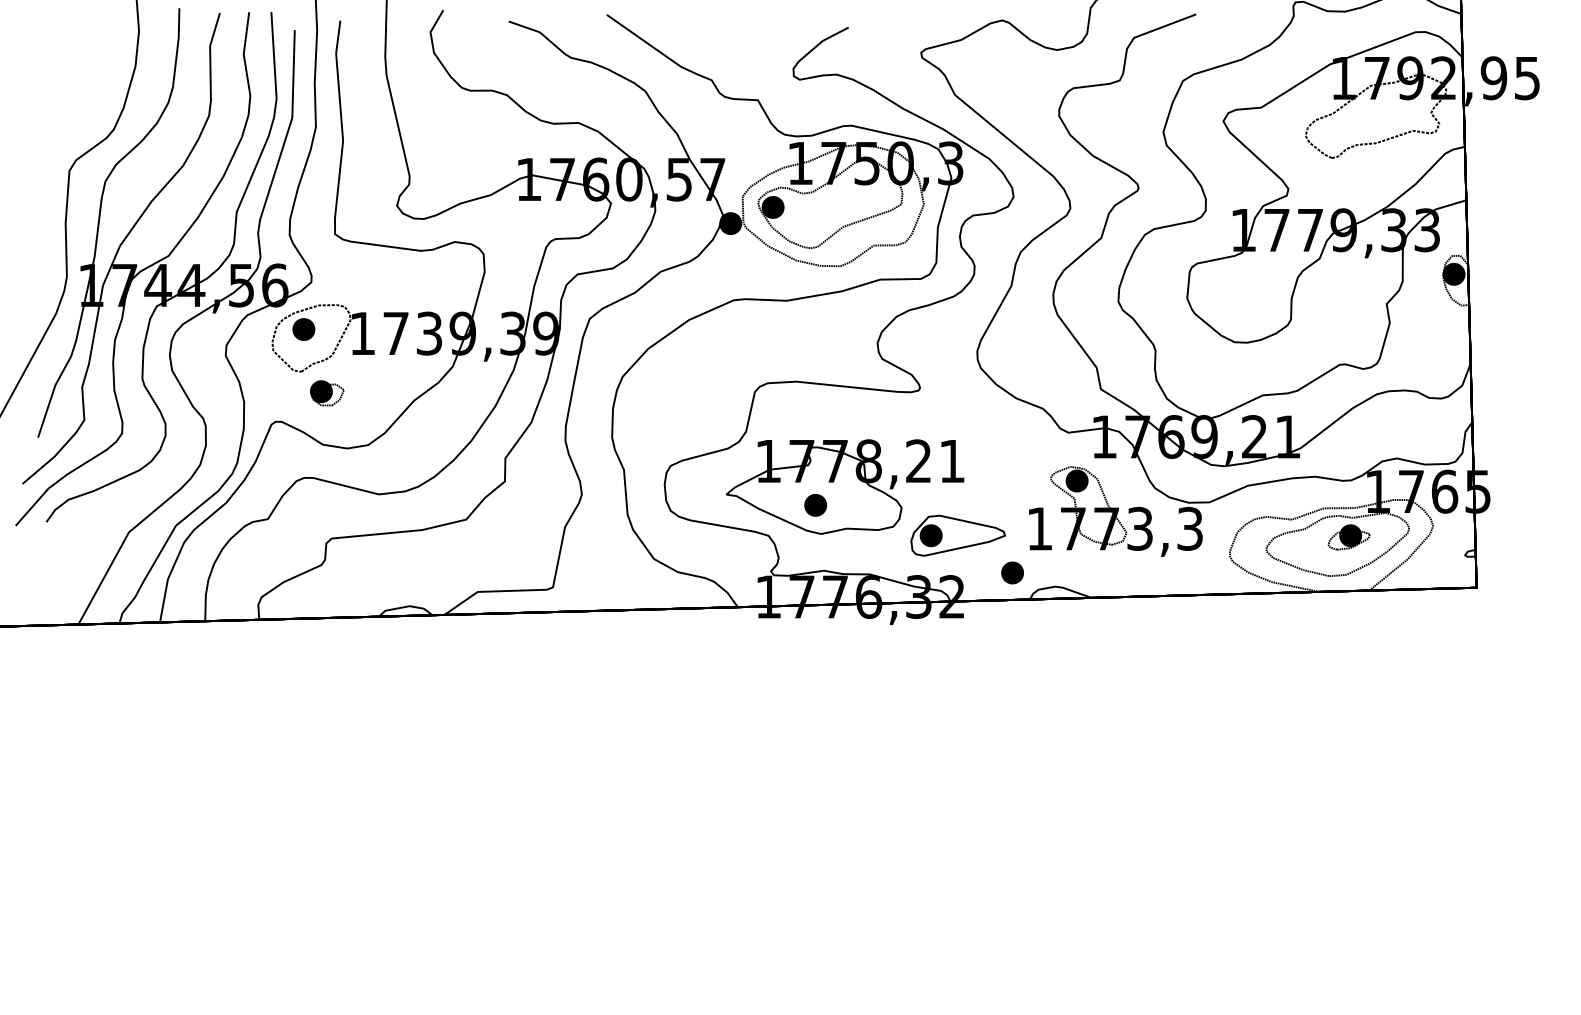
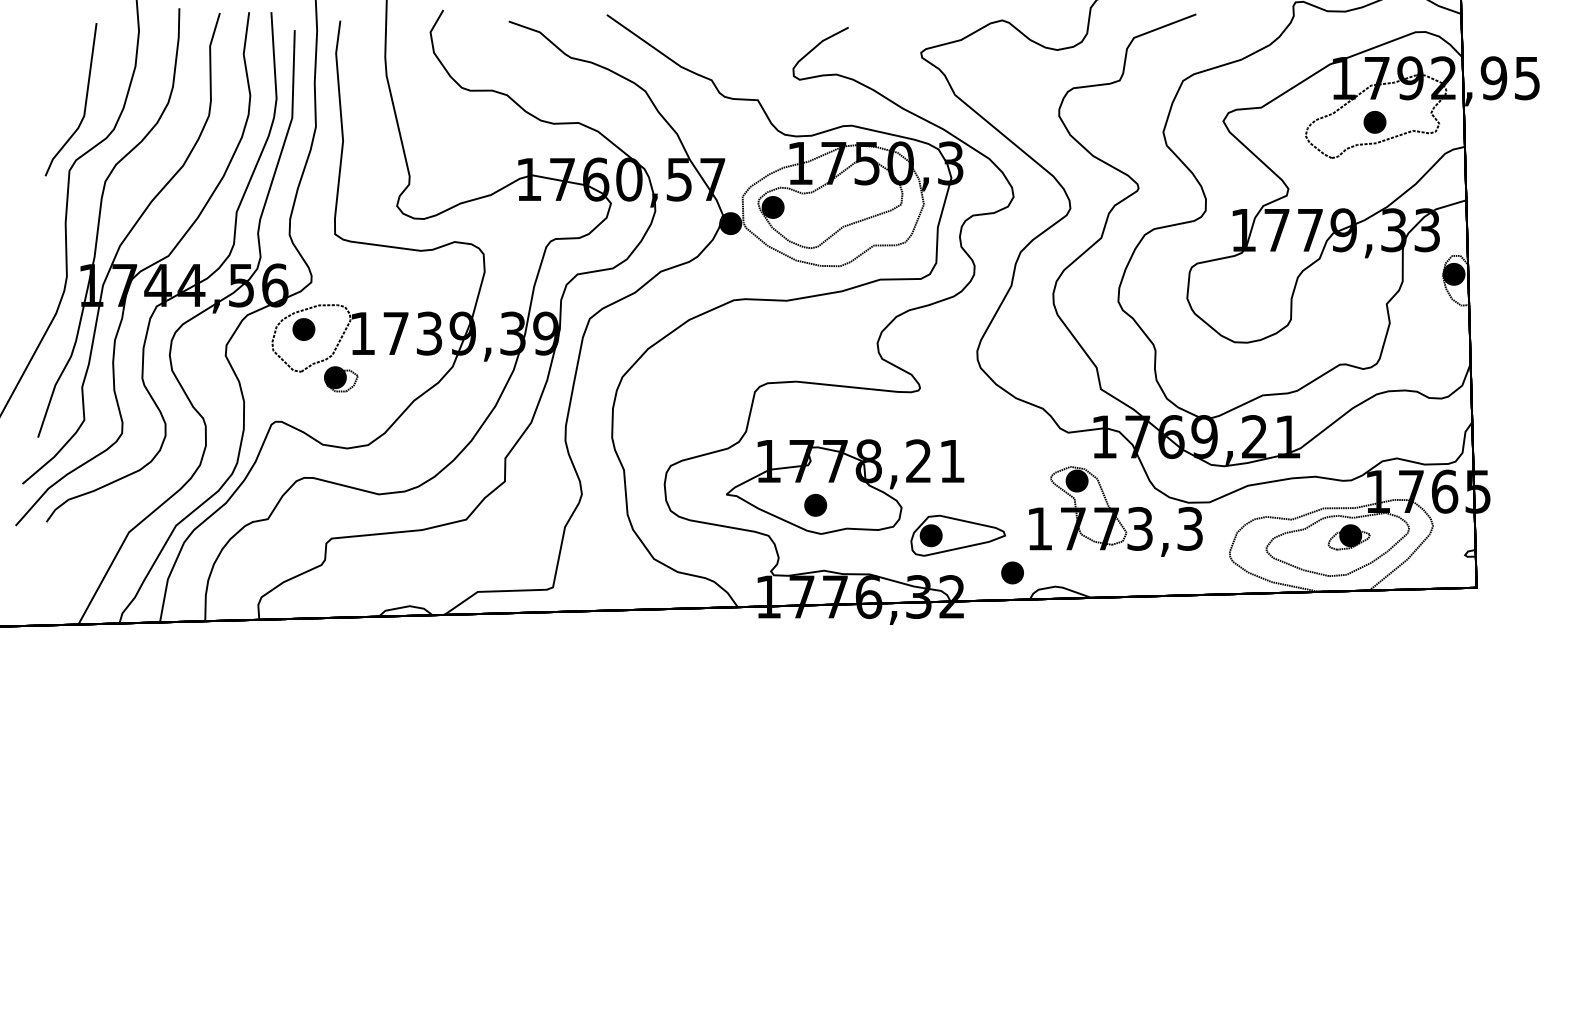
part at (84, 104): none -> present
part at (1374, 122): none -> present
part at (327, 393) position: (327, 393) -> (341, 379)
